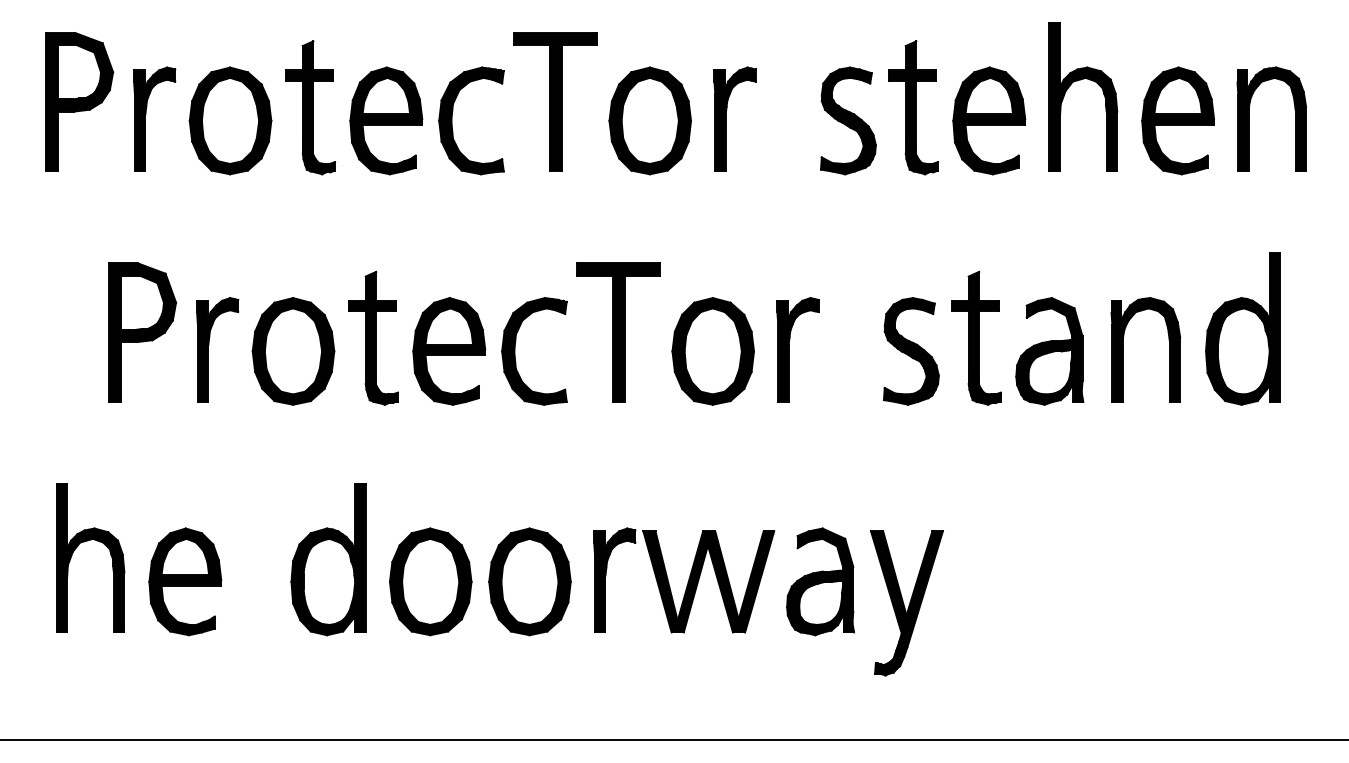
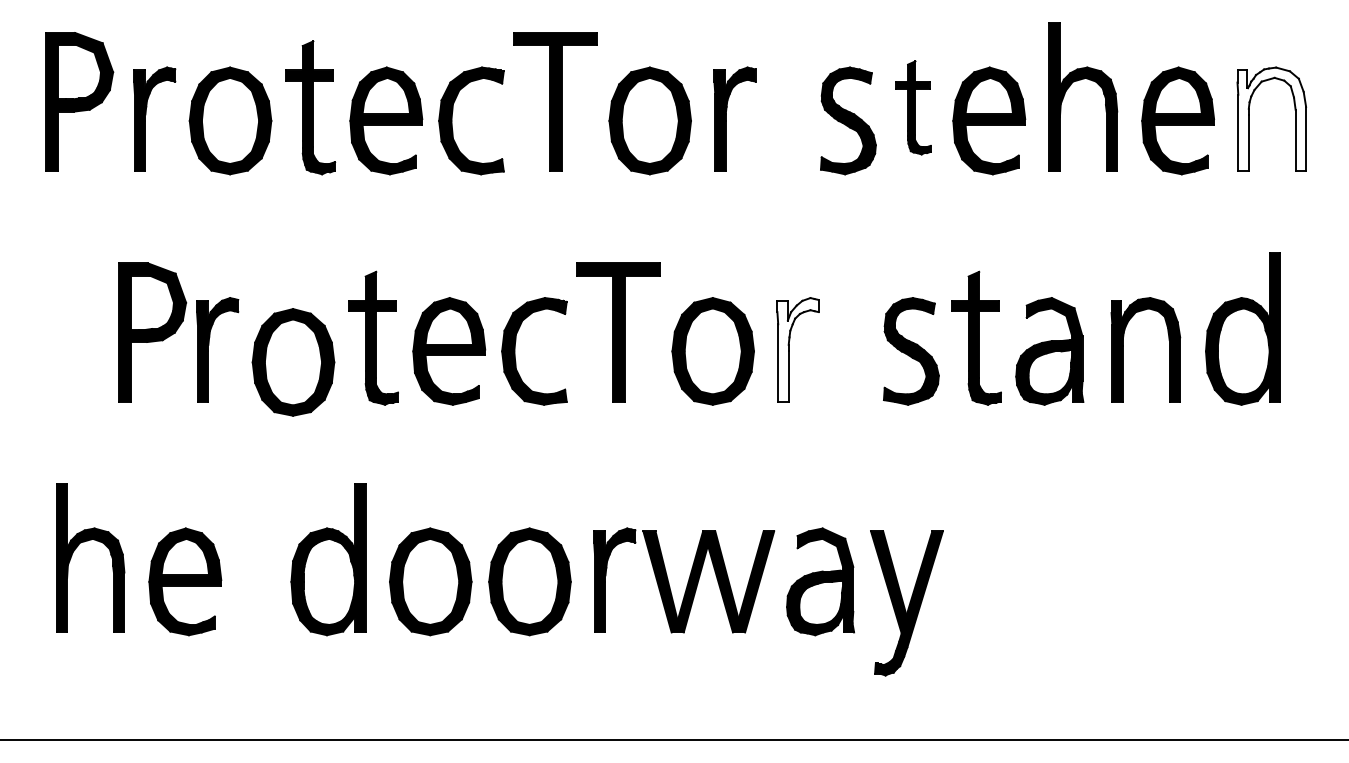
part at (913, 107) size: 51x136 px -> 37x96 px
fill at (1271, 119): present -> none
part at (142, 332) position: (142, 332) -> (152, 332)
fill at (797, 349): present -> none
part at (293, 351) position: (293, 351) -> (293, 362)
